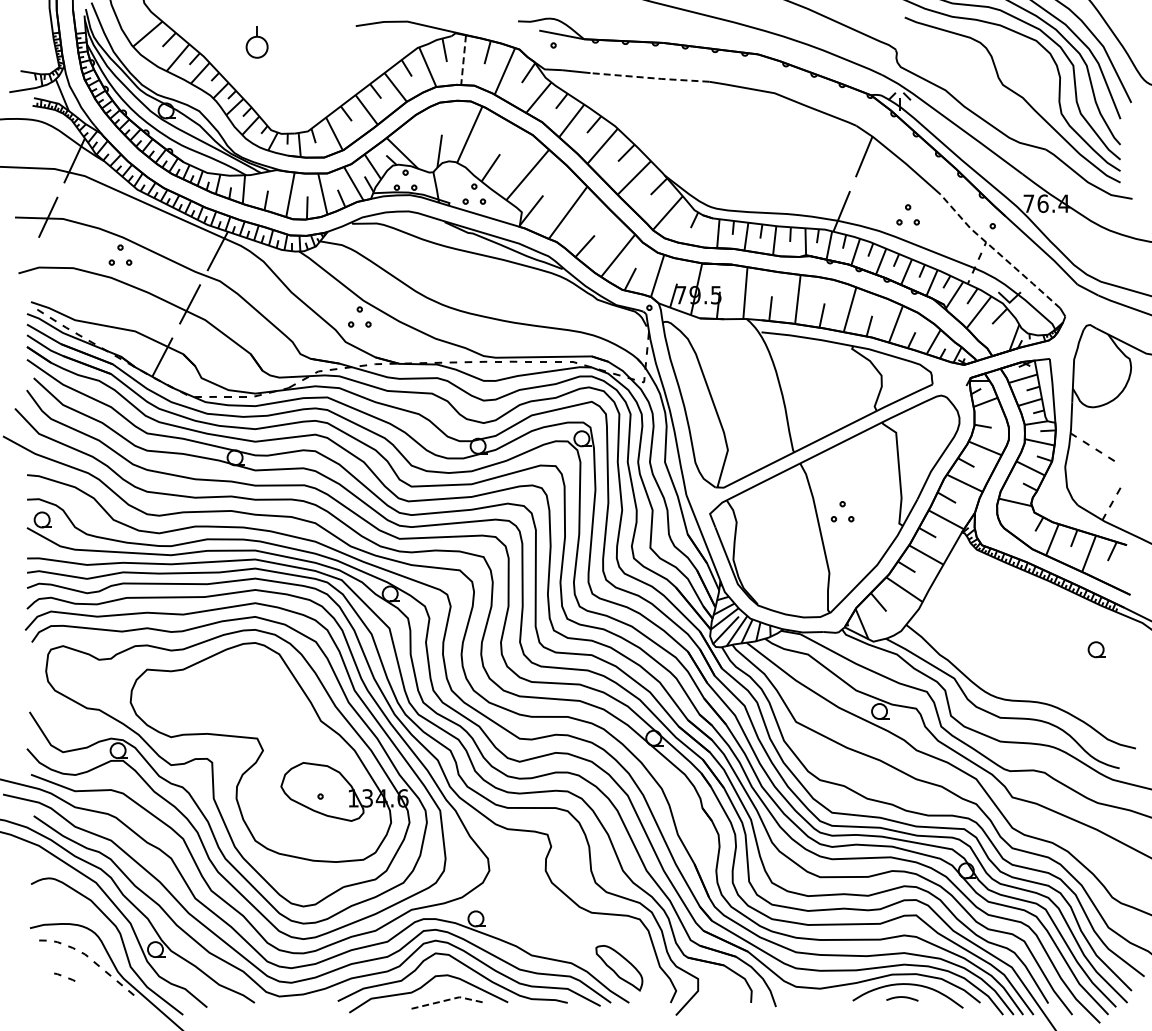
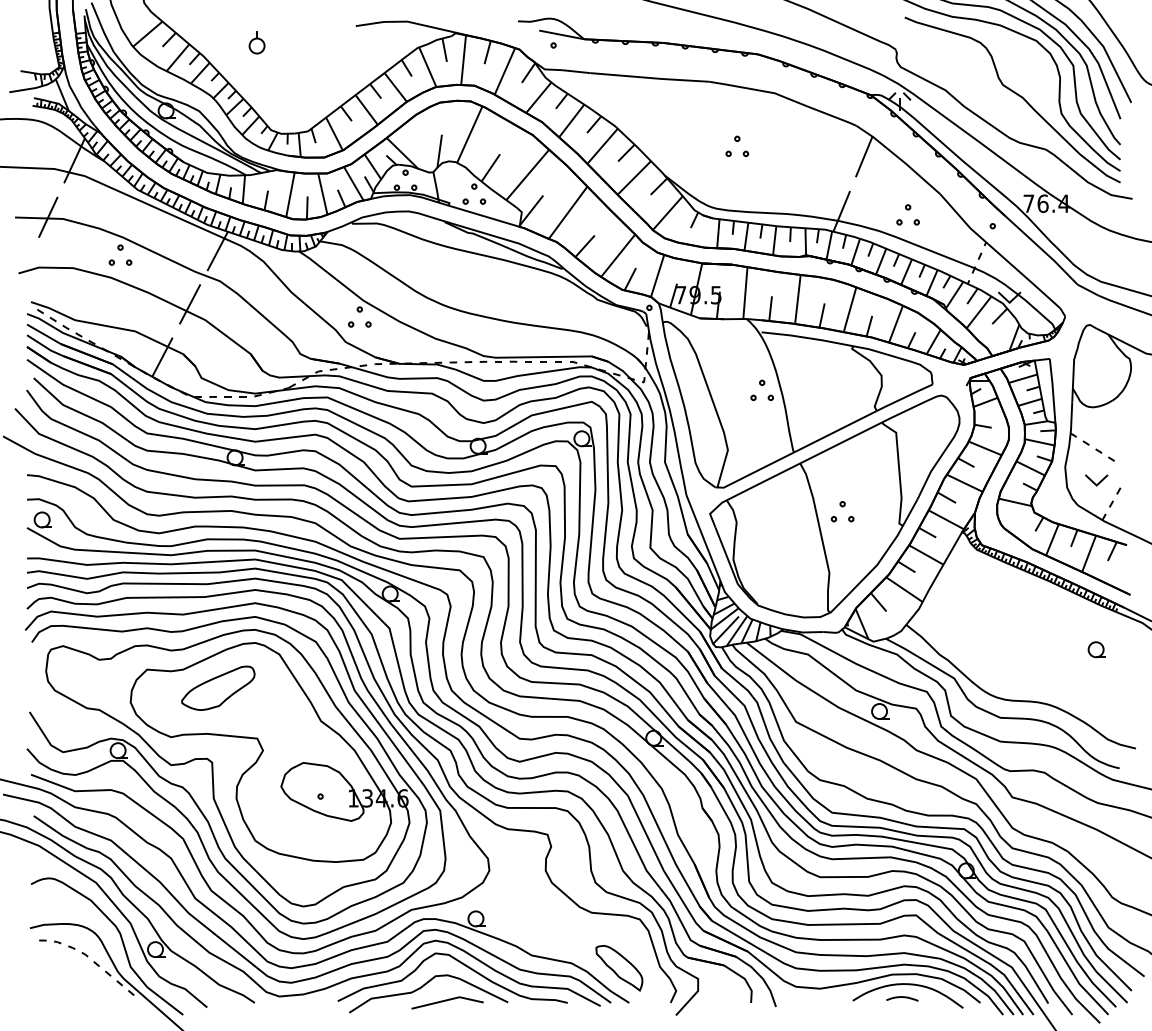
part at (256, 42) size: 24x33 px -> 18x24 px
line at (463, 60): dashed -> solid
line at (649, 77): dashed -> solid
part at (737, 145): none -> present
line at (998, 252): dashed -> solid
part at (761, 389): none -> present
part at (1096, 480): none -> present
part at (218, 687): none -> present
part at (64, 976): present -> none
line at (448, 999): dashed -> solid
